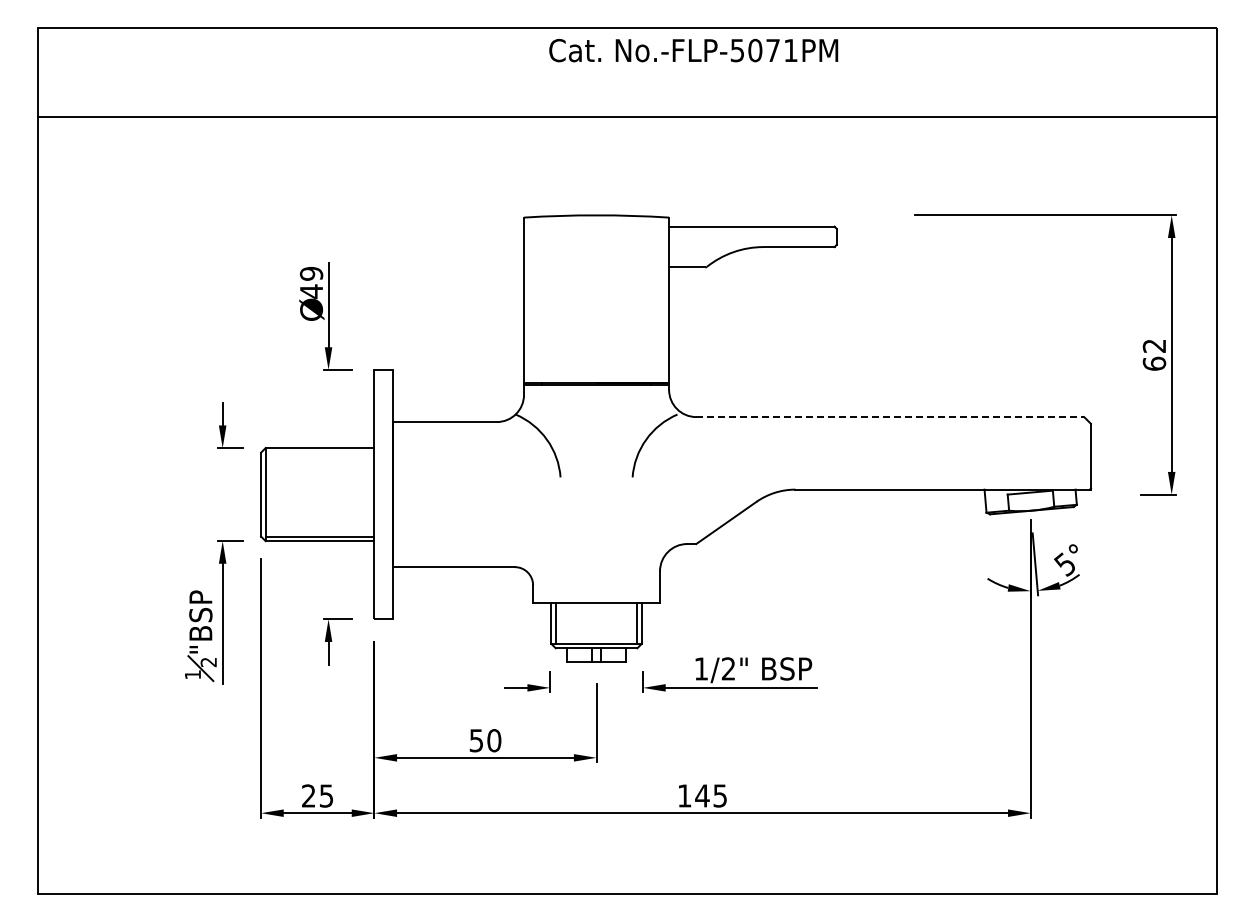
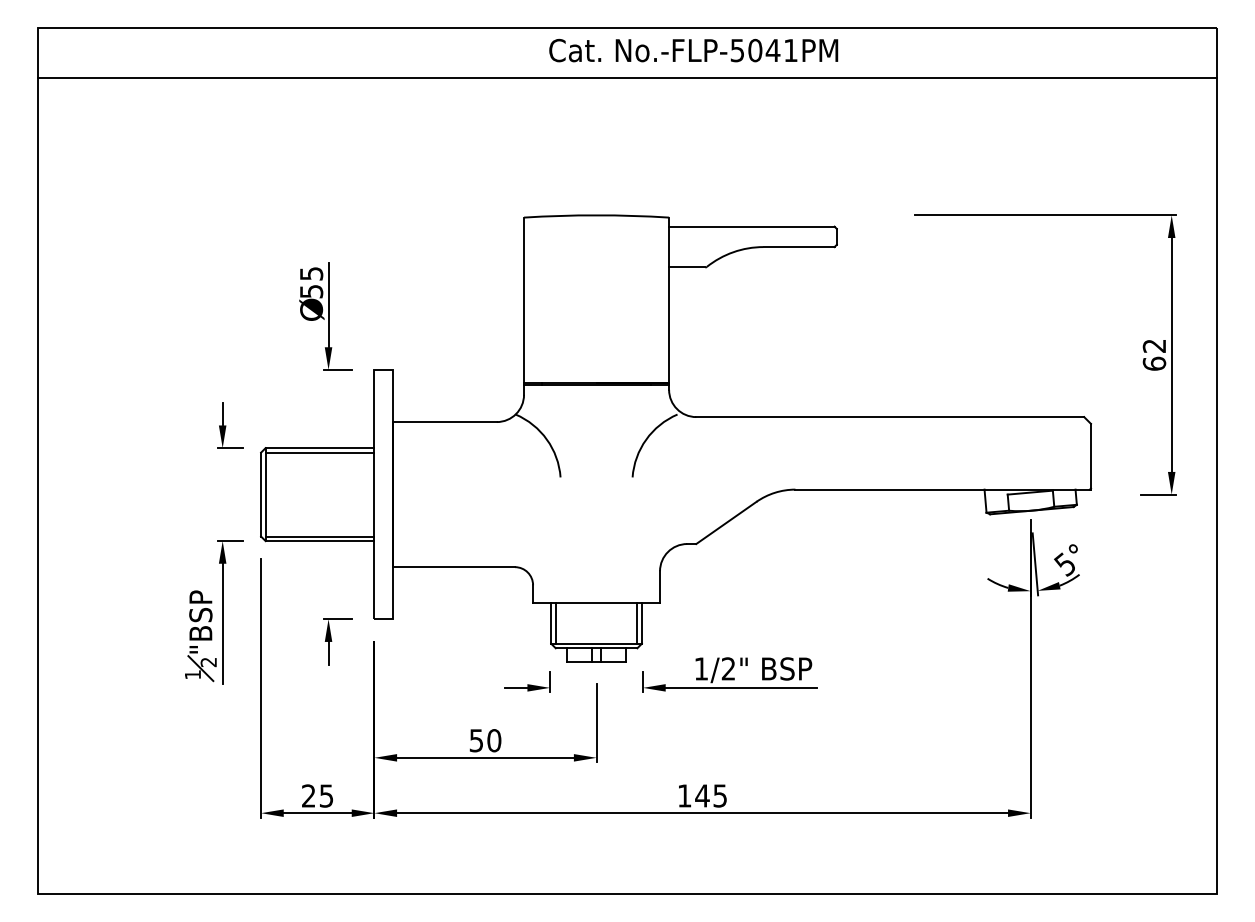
text at (772, 50): No.-FLP-5071PM -> No.-FLP-5041PM
line at (627, 117) position: (627, 117) -> (627, 78)
text at (311, 282): 49 -> 55
line at (890, 417): dashed -> solid
line at (319, 452): none -> present
